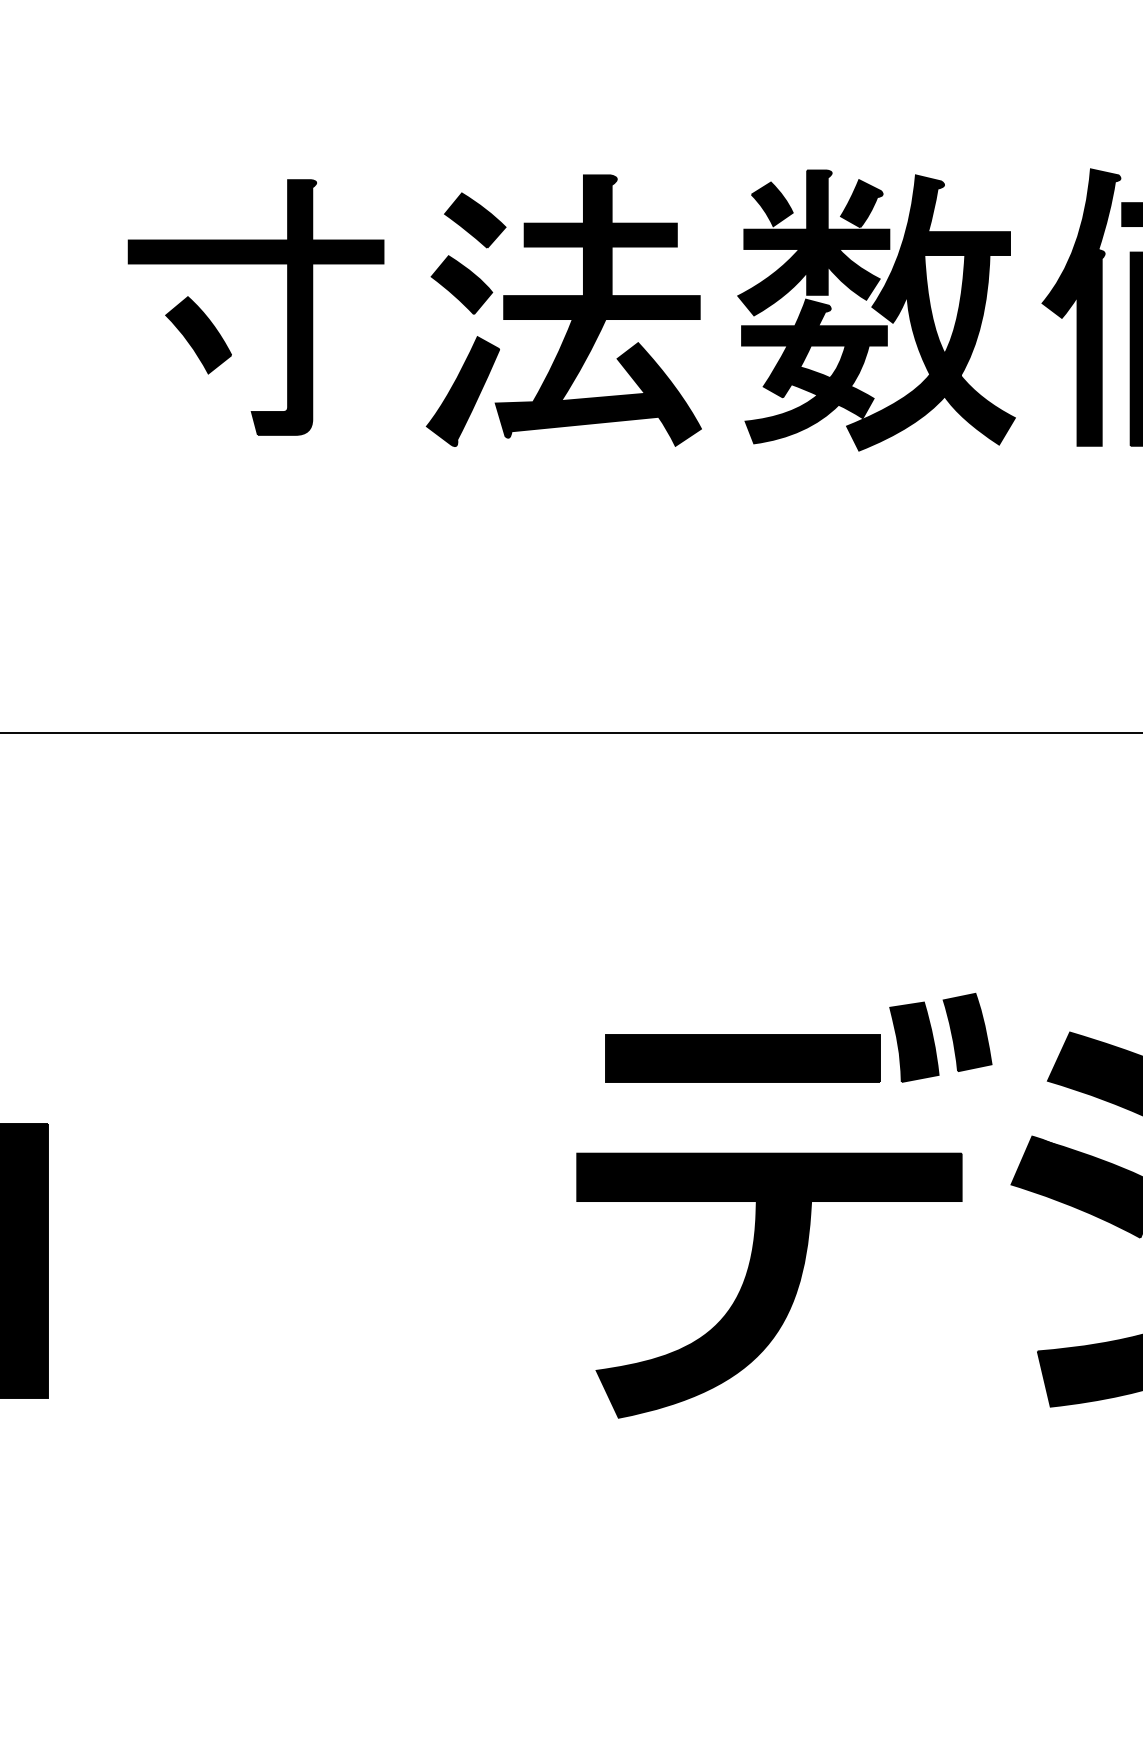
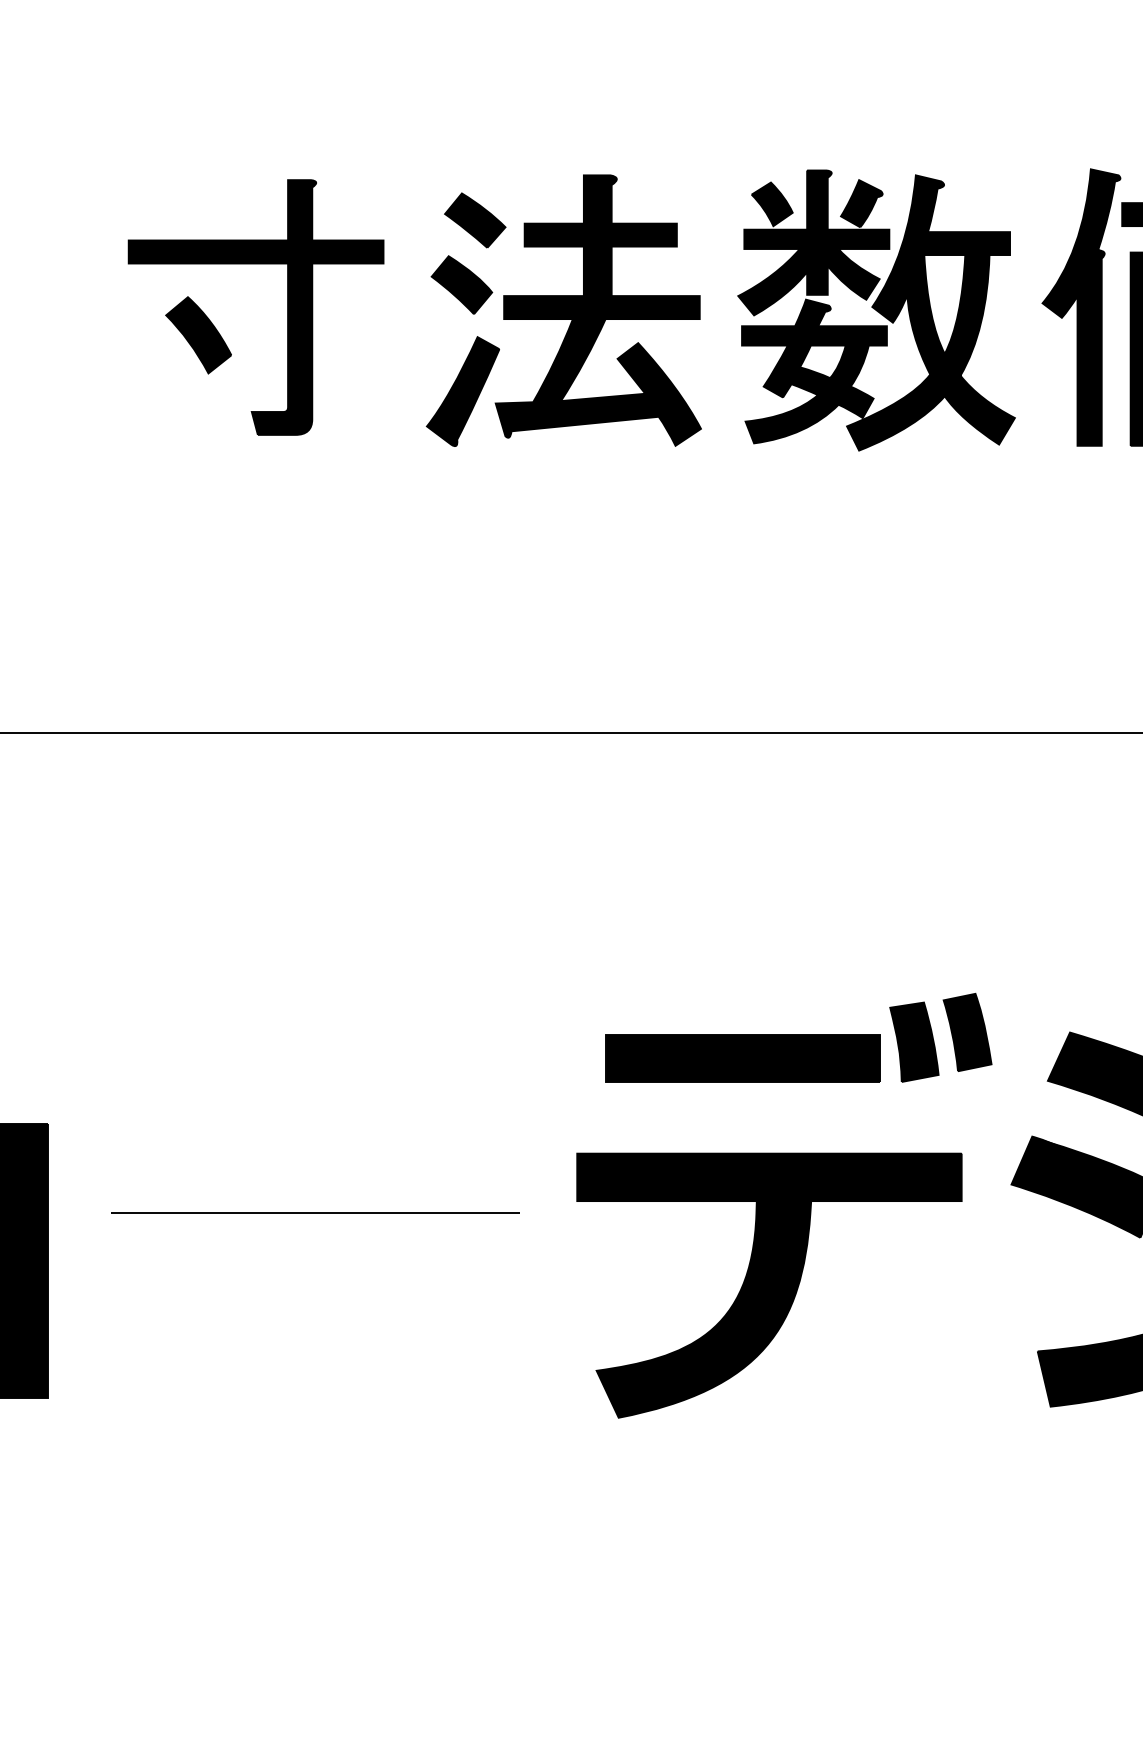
line at (315, 1212): none -> present
